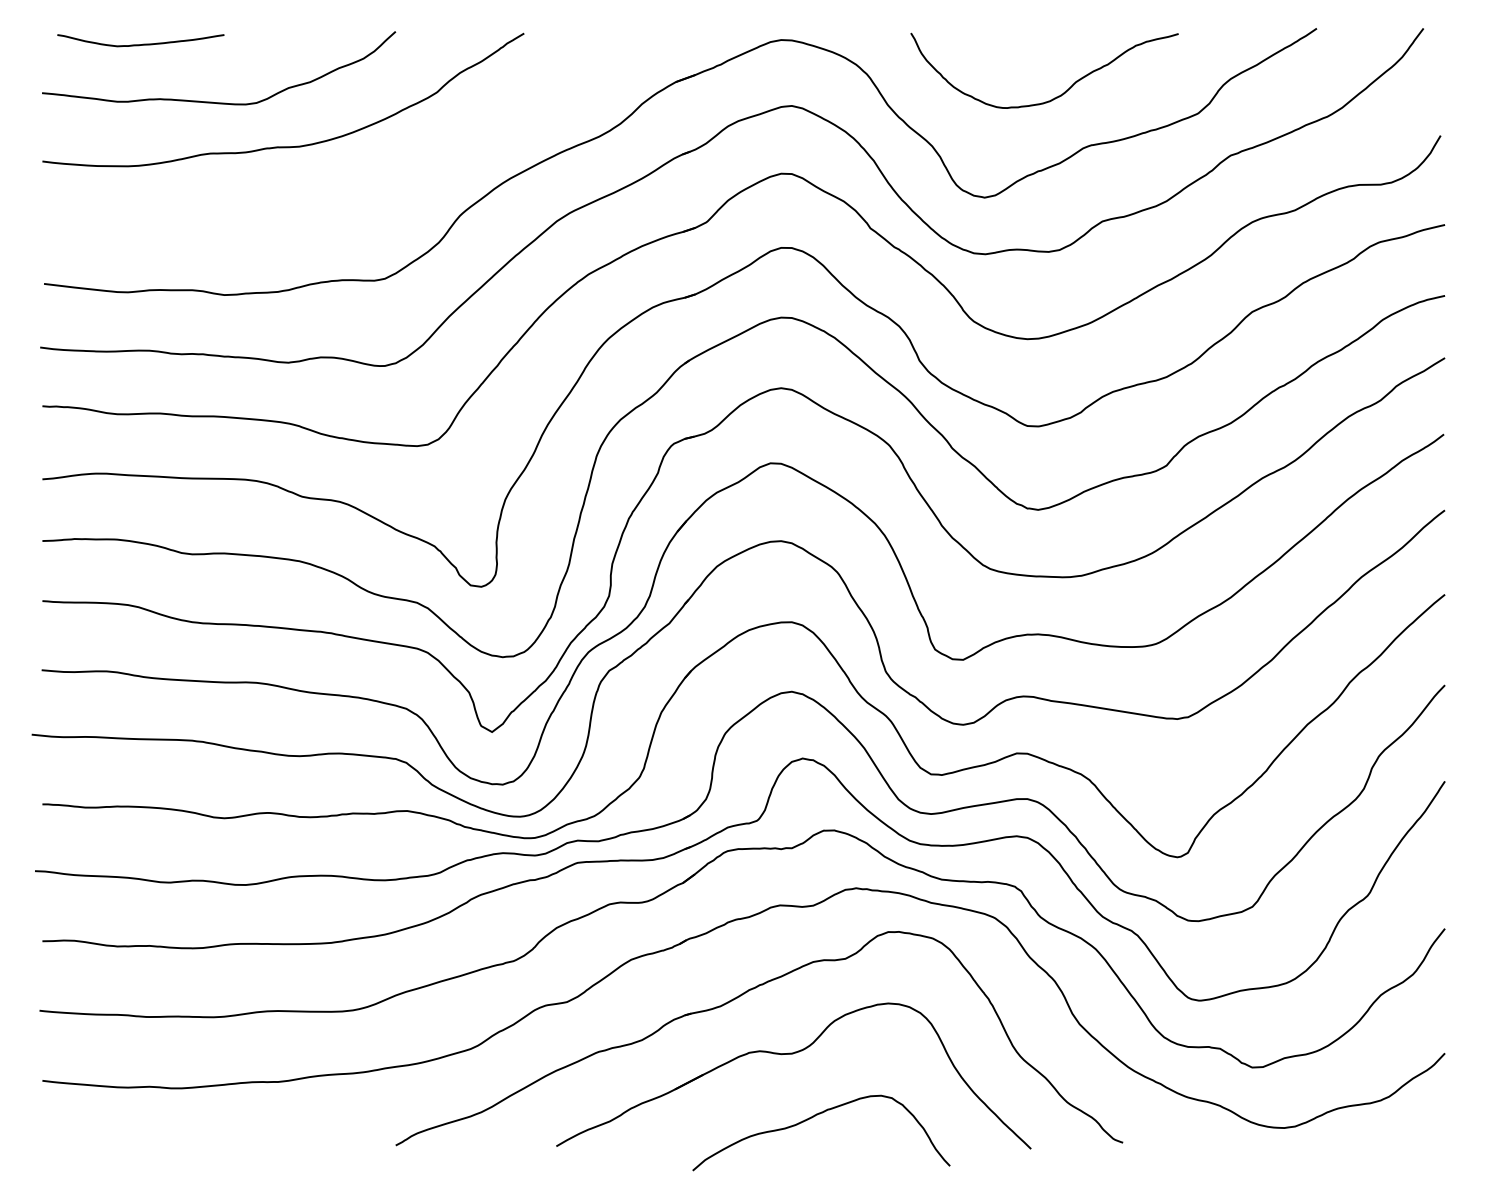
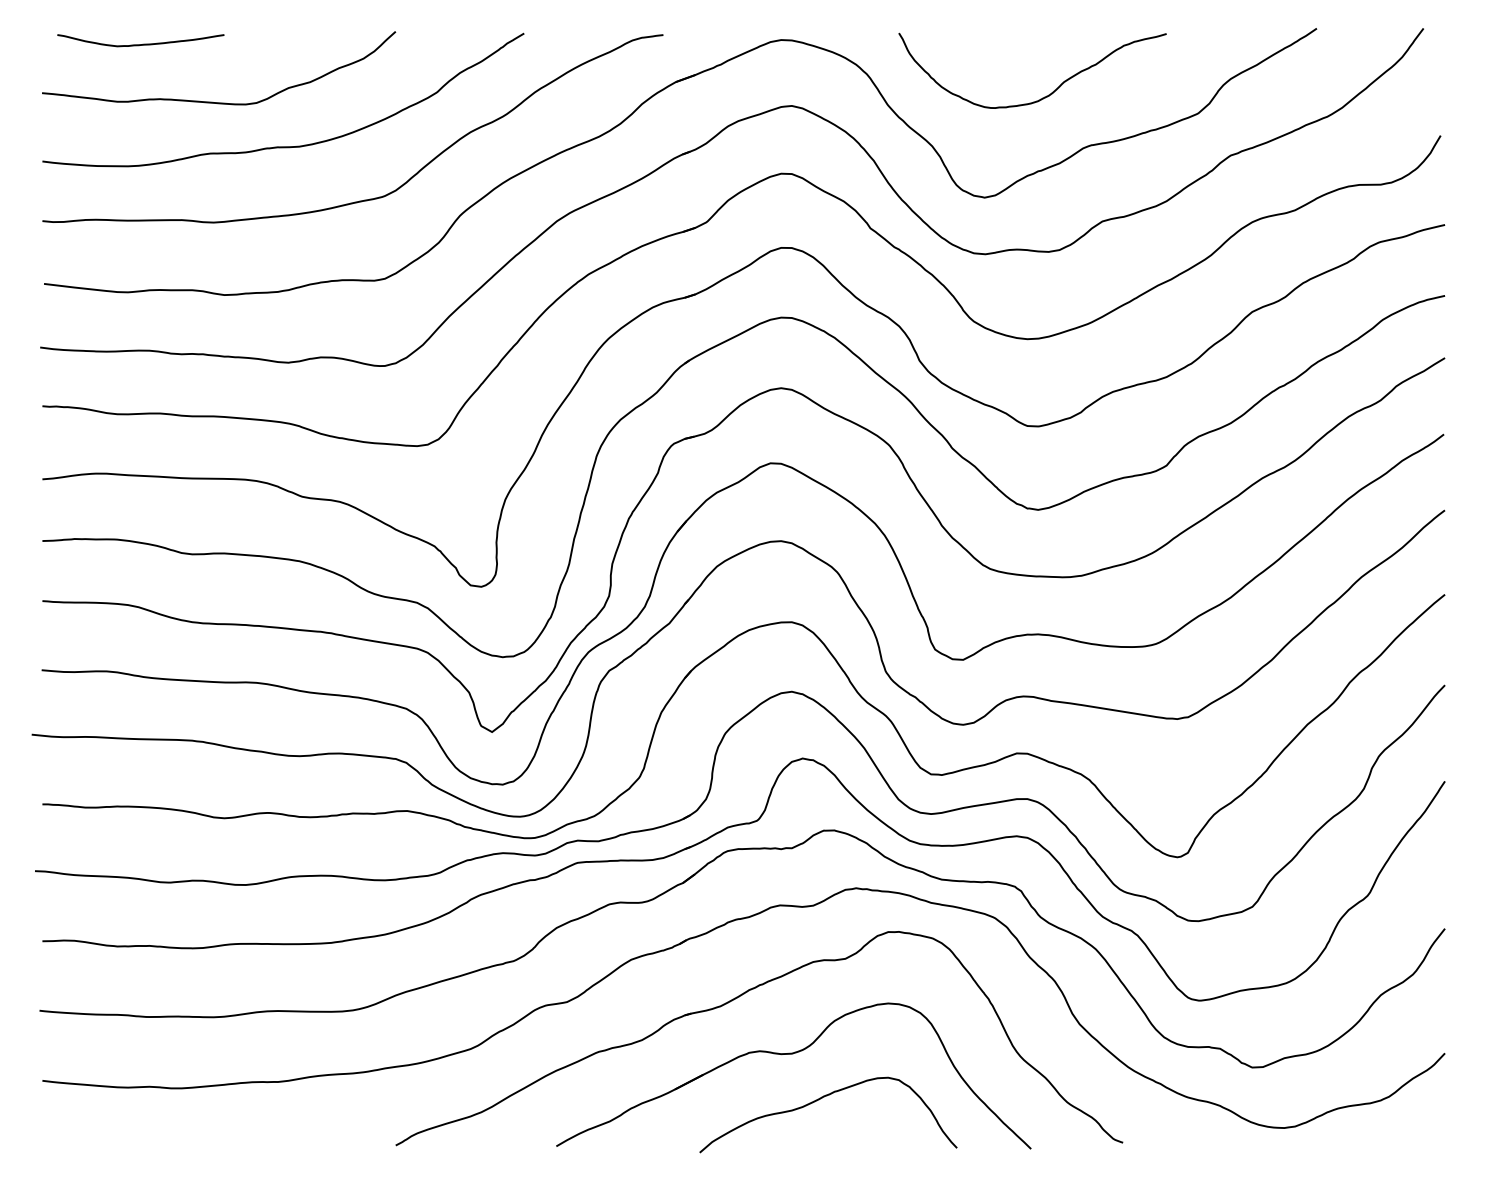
curve at (1056, 96) position: (1056, 96) -> (1044, 96)
curve at (364, 199): none -> present
curve at (812, 1118) position: (812, 1118) -> (819, 1100)
